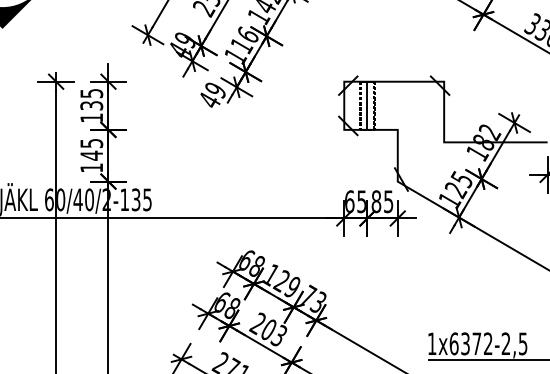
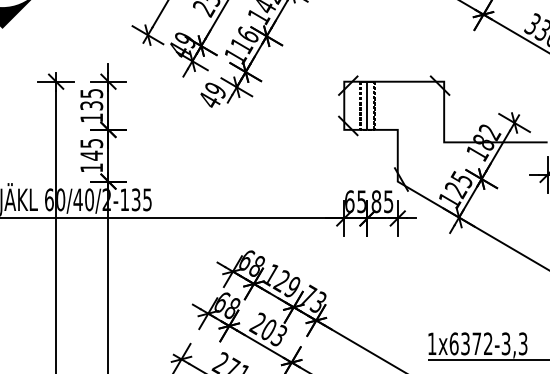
text at (514, 343): 1x6372-2,5 -> 1x6372-3,3
